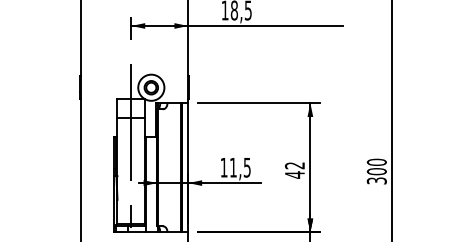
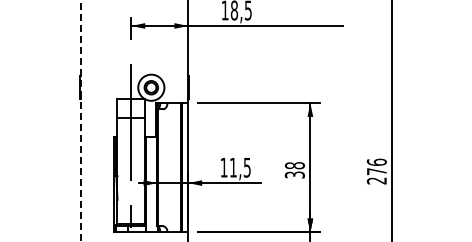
line at (80, 120): solid -> dashed
text at (294, 170): 42 -> 38
text at (376, 171): 300 -> 276
